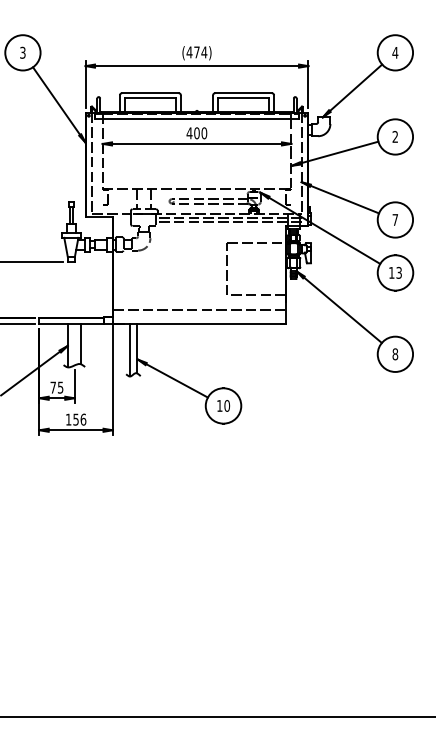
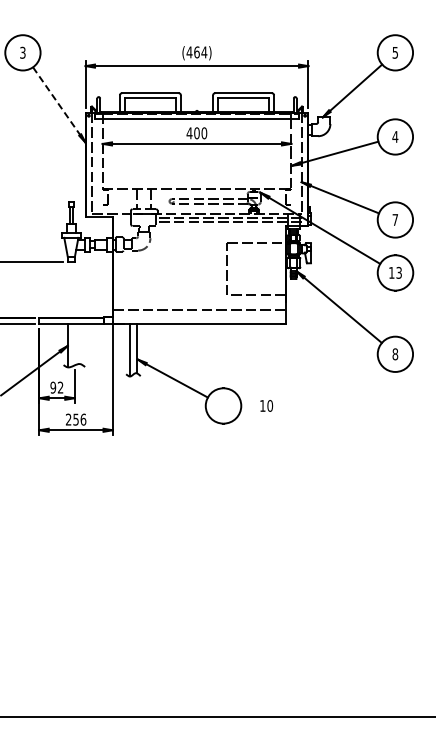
text at (196, 52): (474) -> (464)
text at (395, 52): 4 -> 5
line at (56, 101): solid -> dashed
text at (395, 136): 2 -> 4
line at (81, 344): present -> none
text at (56, 387): 75 -> 92
text at (223, 405) position: (223, 405) -> (266, 405)
text at (68, 419): 156 -> 256
